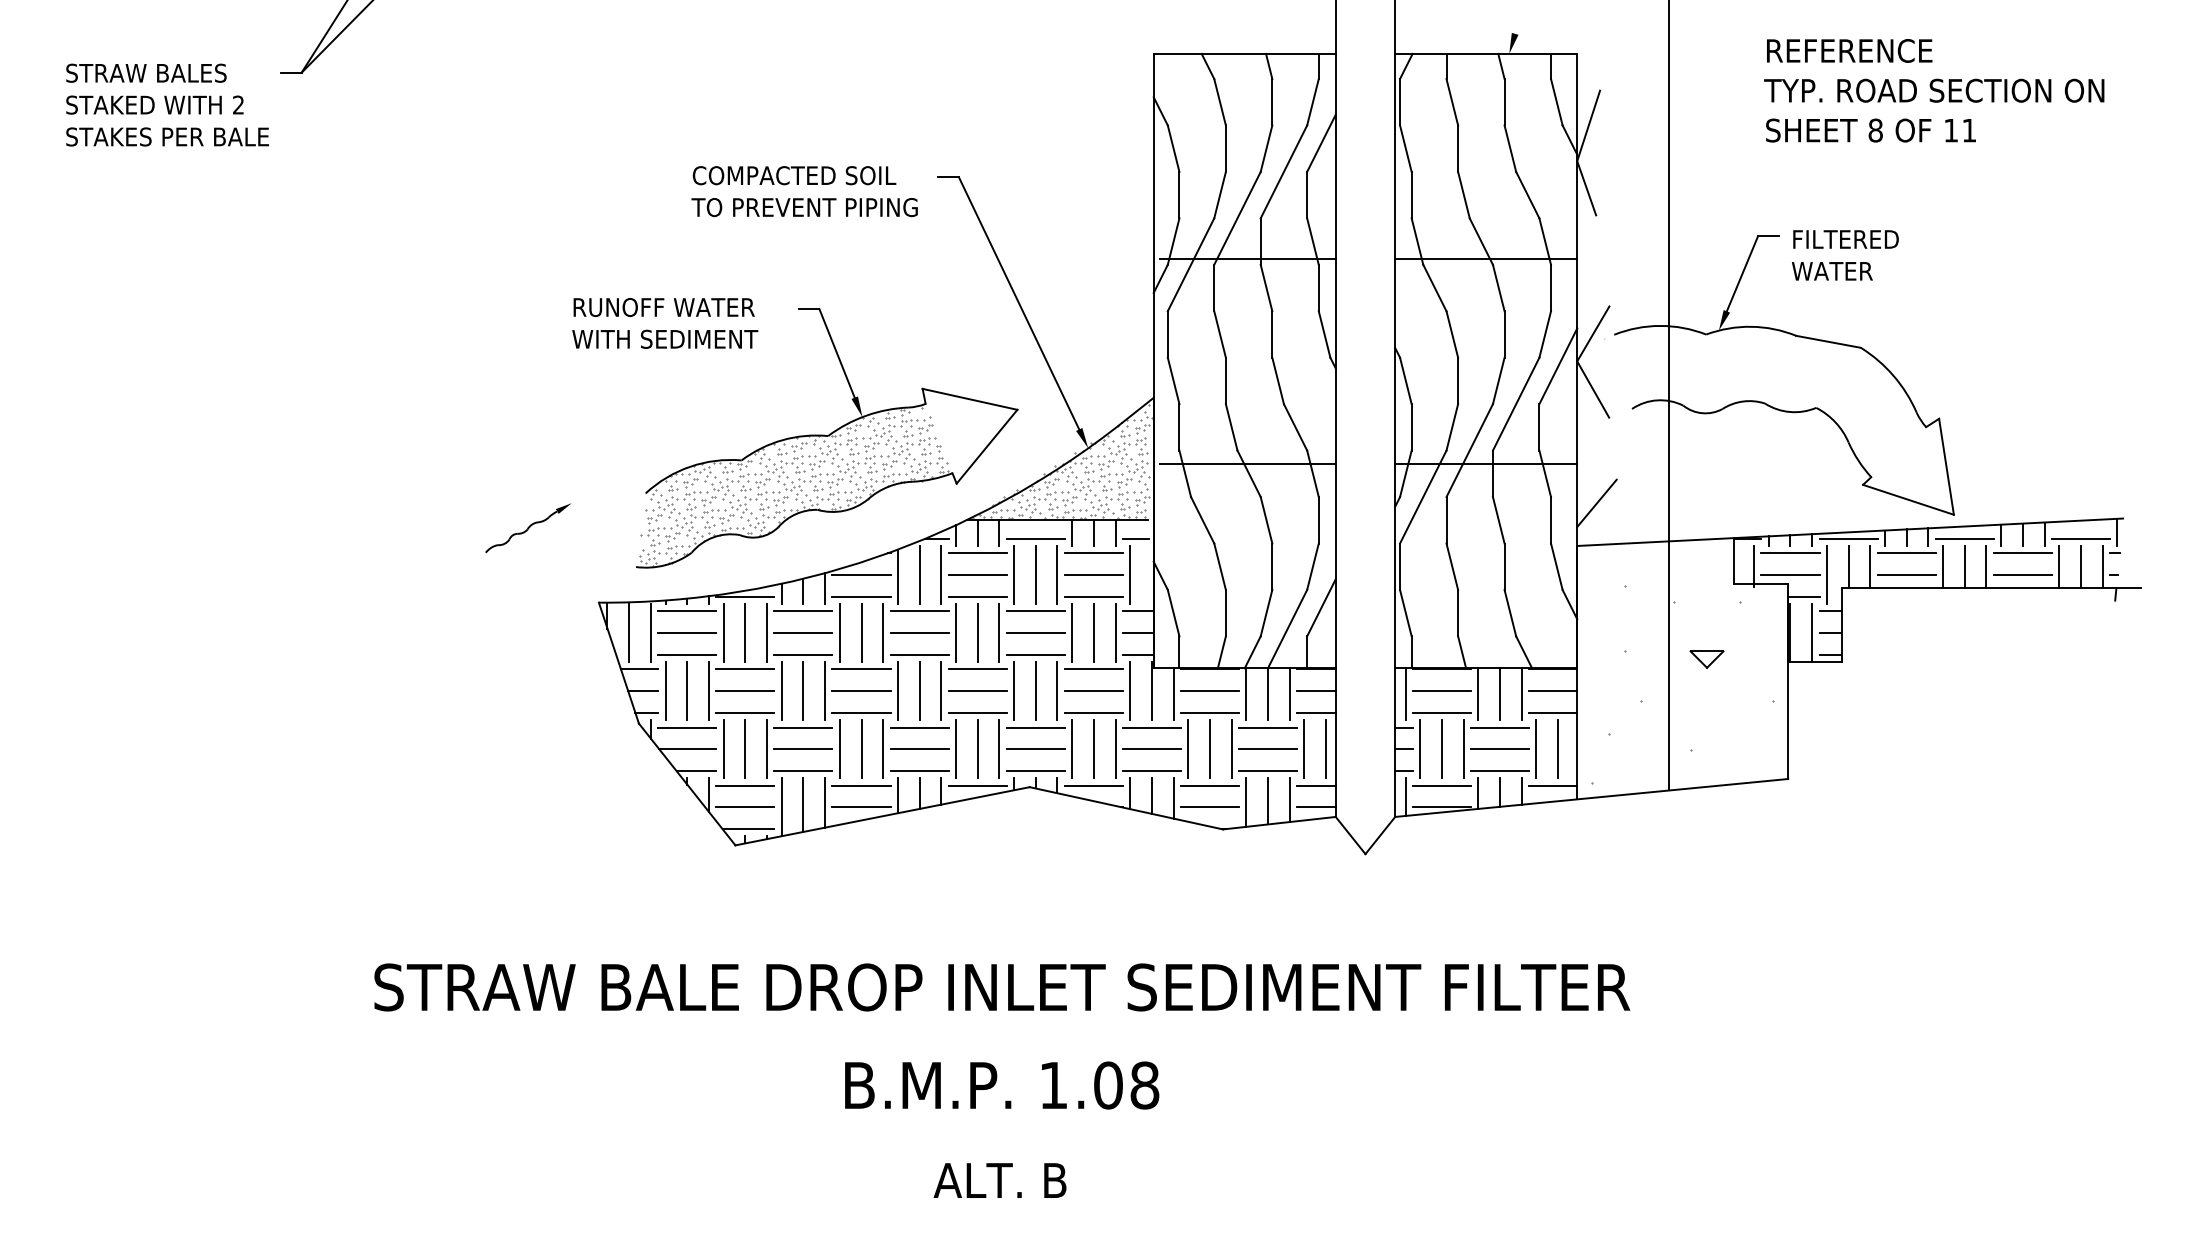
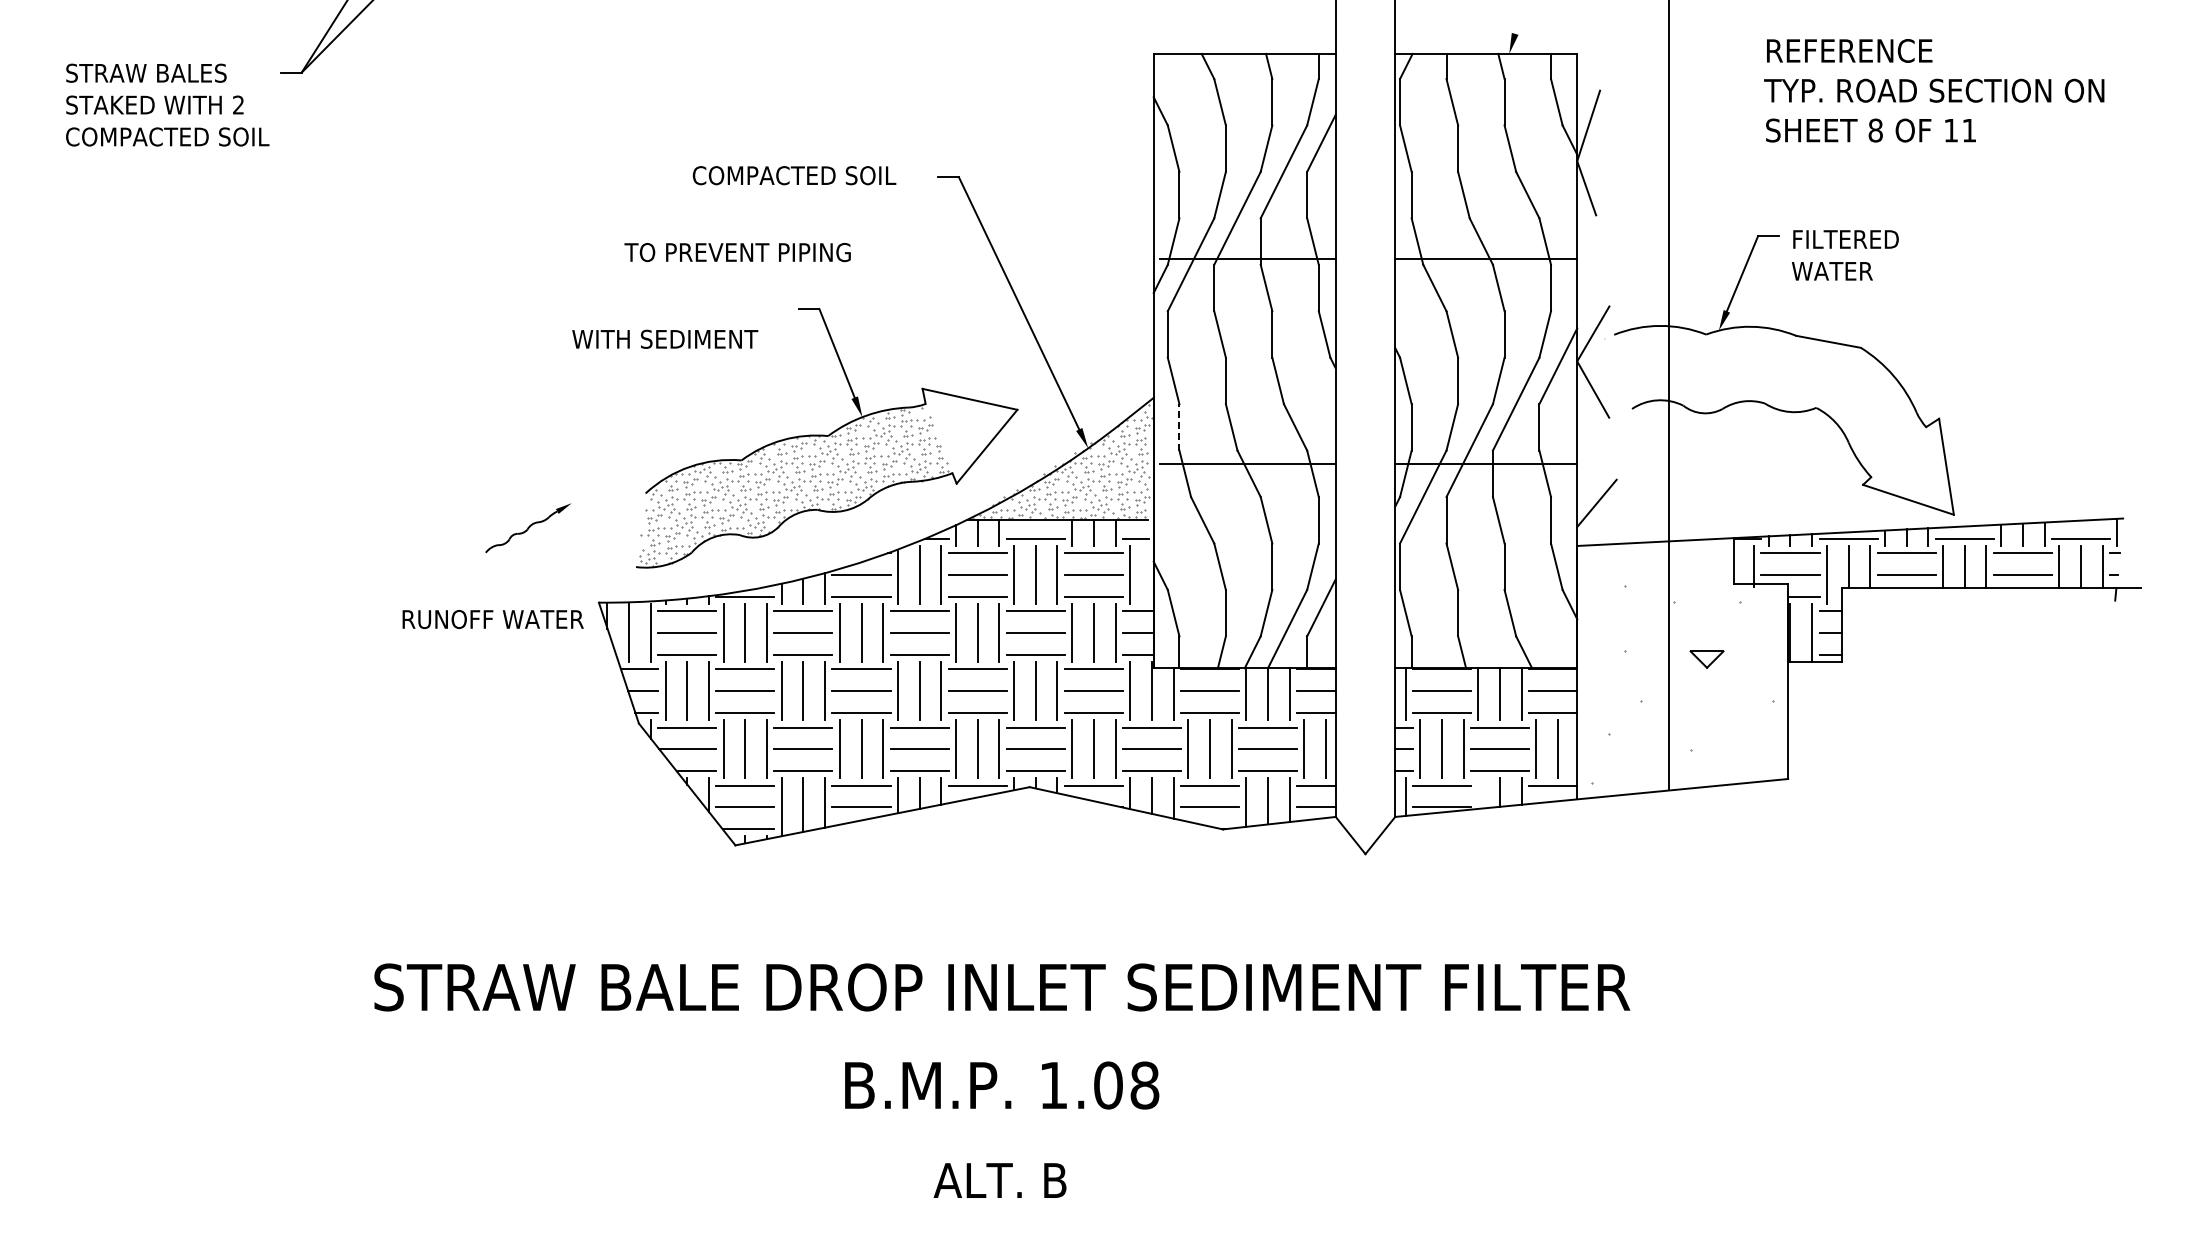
text at (167, 136): STAKES PER BALE -> COMPACTED SOIL
text at (804, 207) position: (804, 207) -> (737, 252)
text at (663, 307) position: (663, 307) -> (492, 619)
line at (1179, 426): solid -> dashed
line at (1478, 793): present -> none
